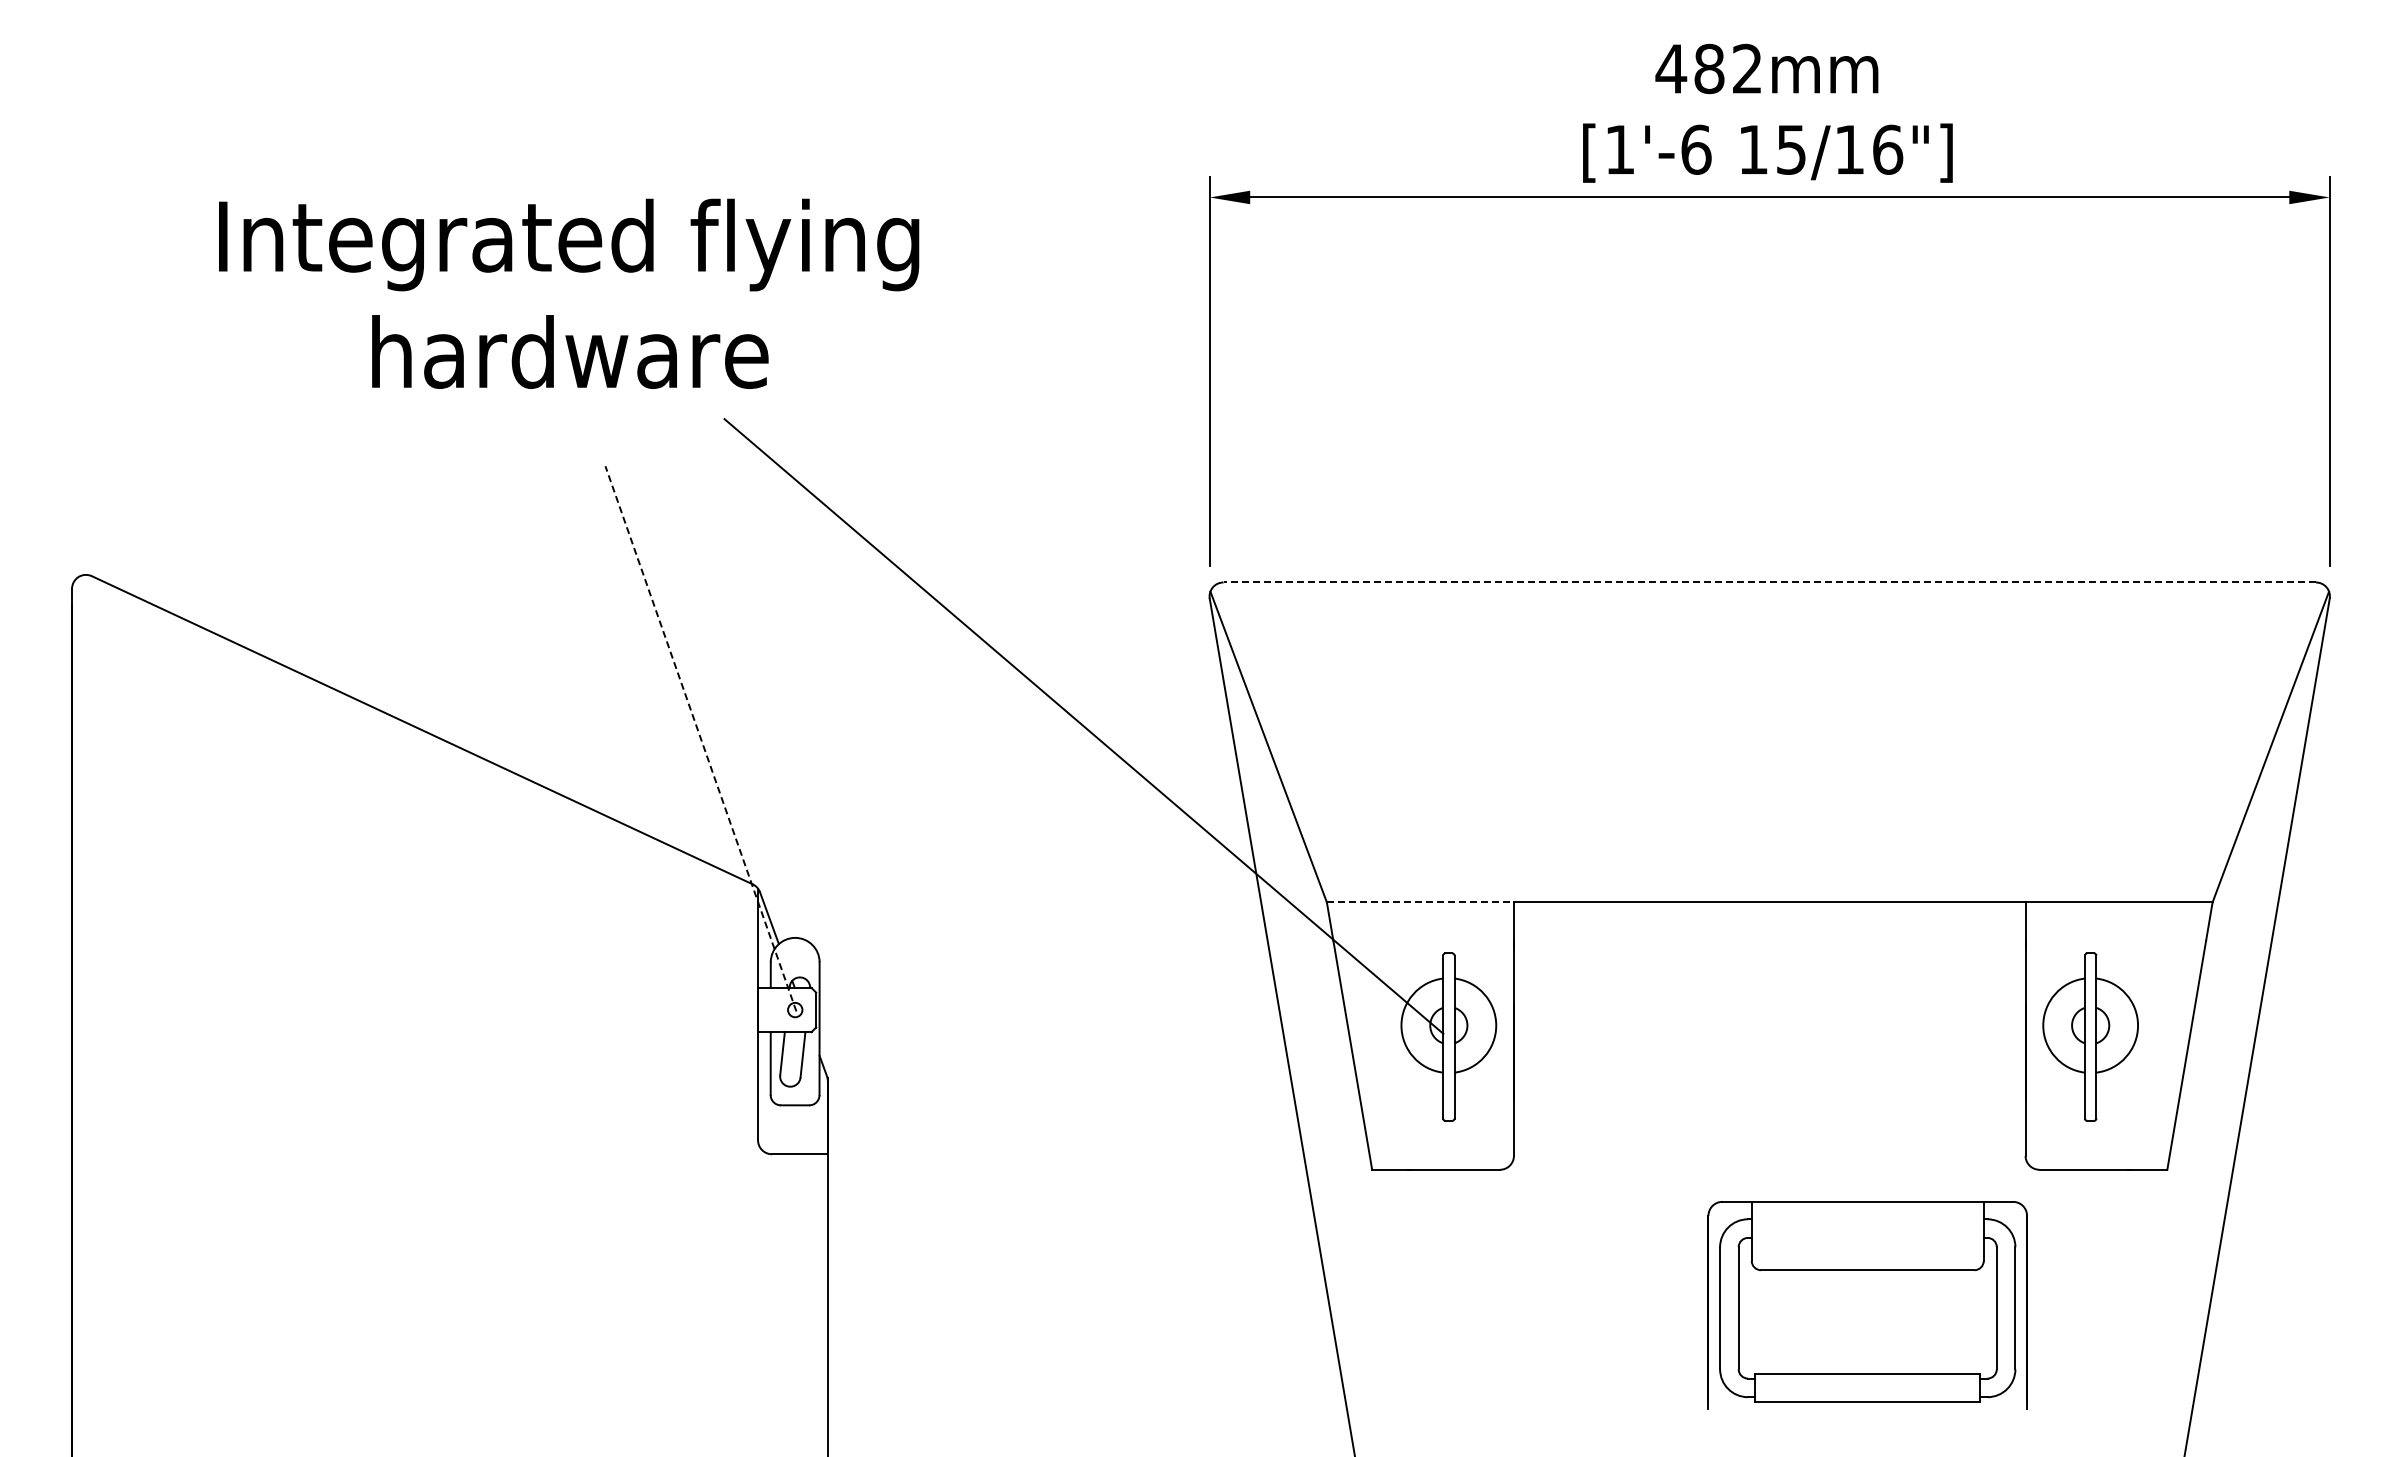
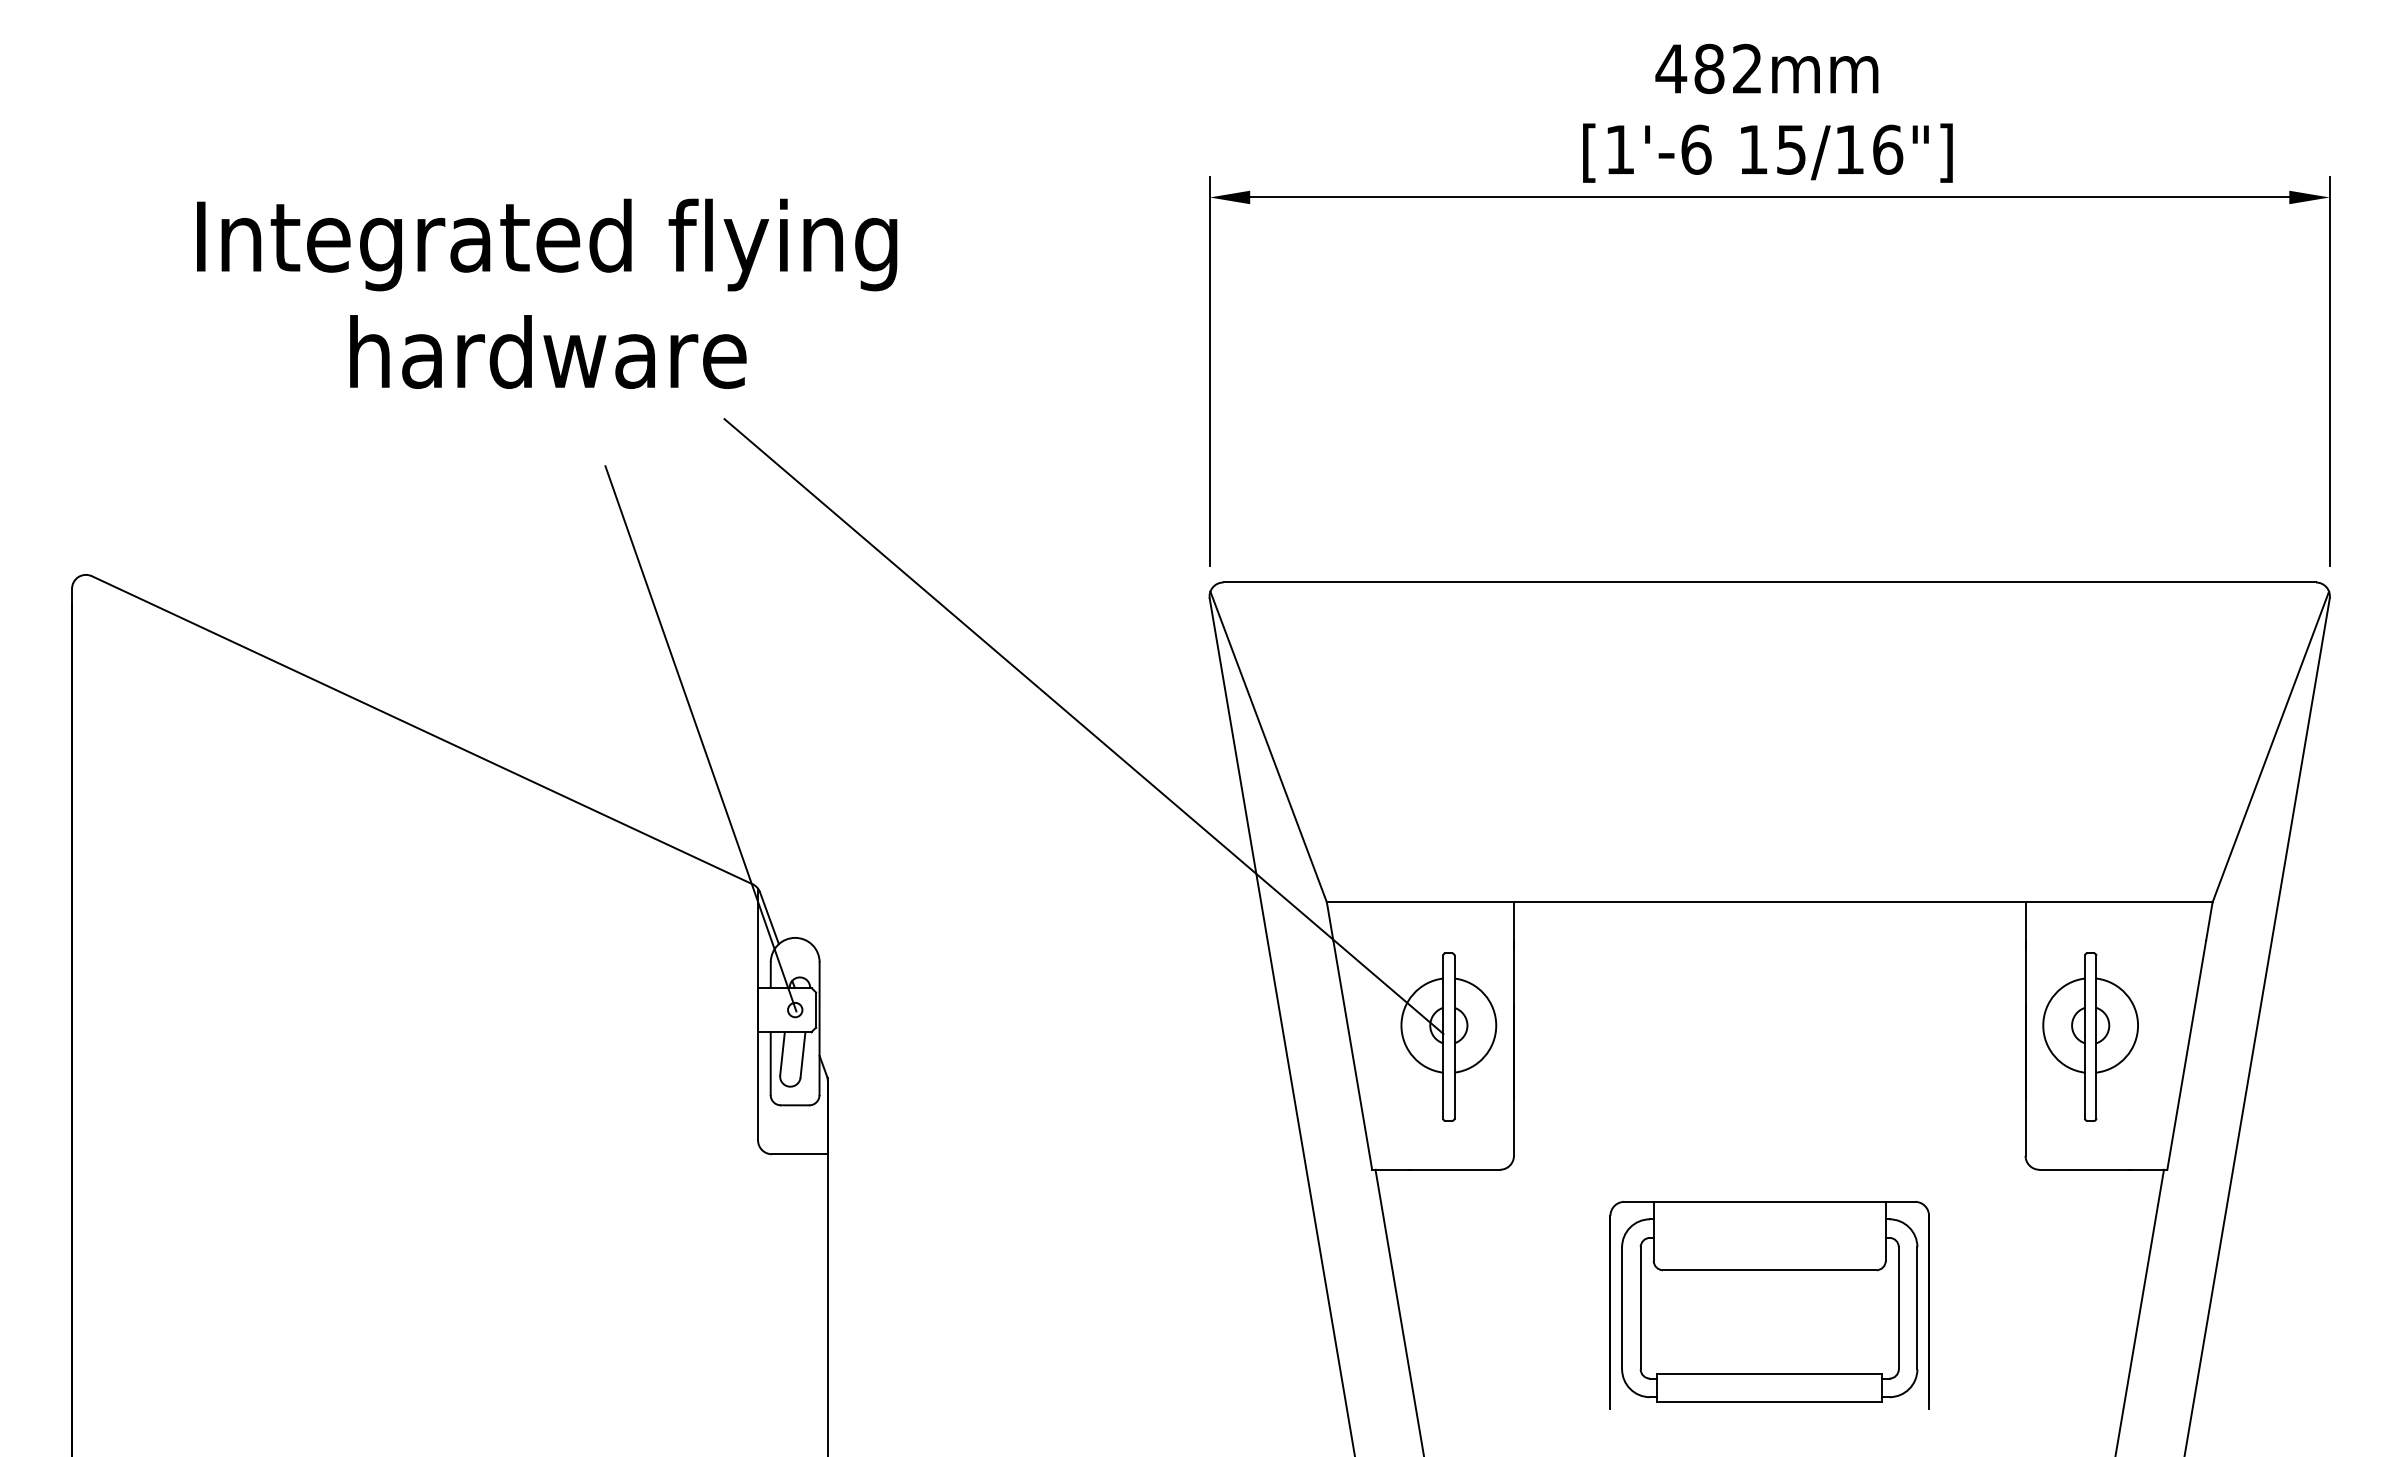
text at (569, 293) position: (569, 293) -> (547, 293)
line at (1769, 582): dashed -> solid
line at (700, 738): dashed -> solid
line at (1420, 902): dashed -> solid
part at (1867, 1305) position: (1867, 1305) -> (1769, 1305)
line at (1399, 1311): none -> present
line at (2139, 1311): none -> present
